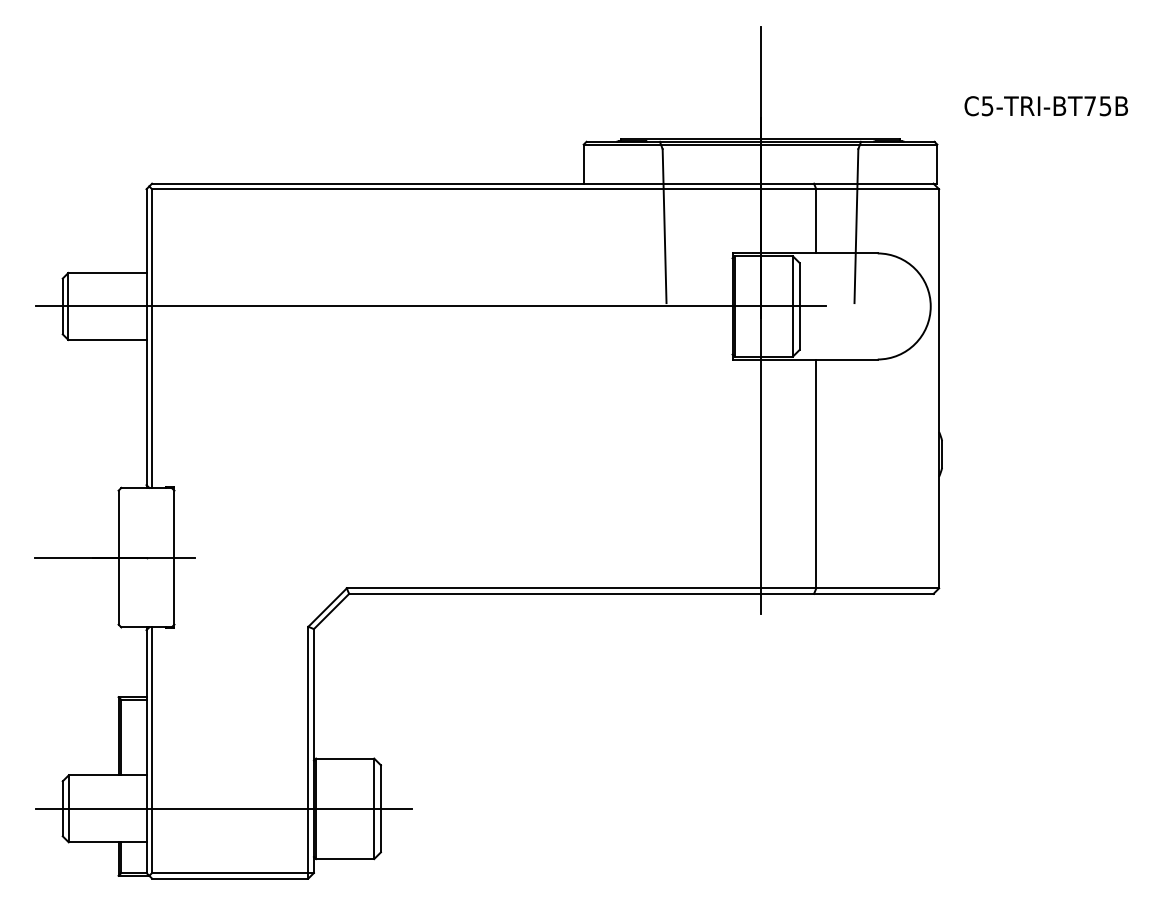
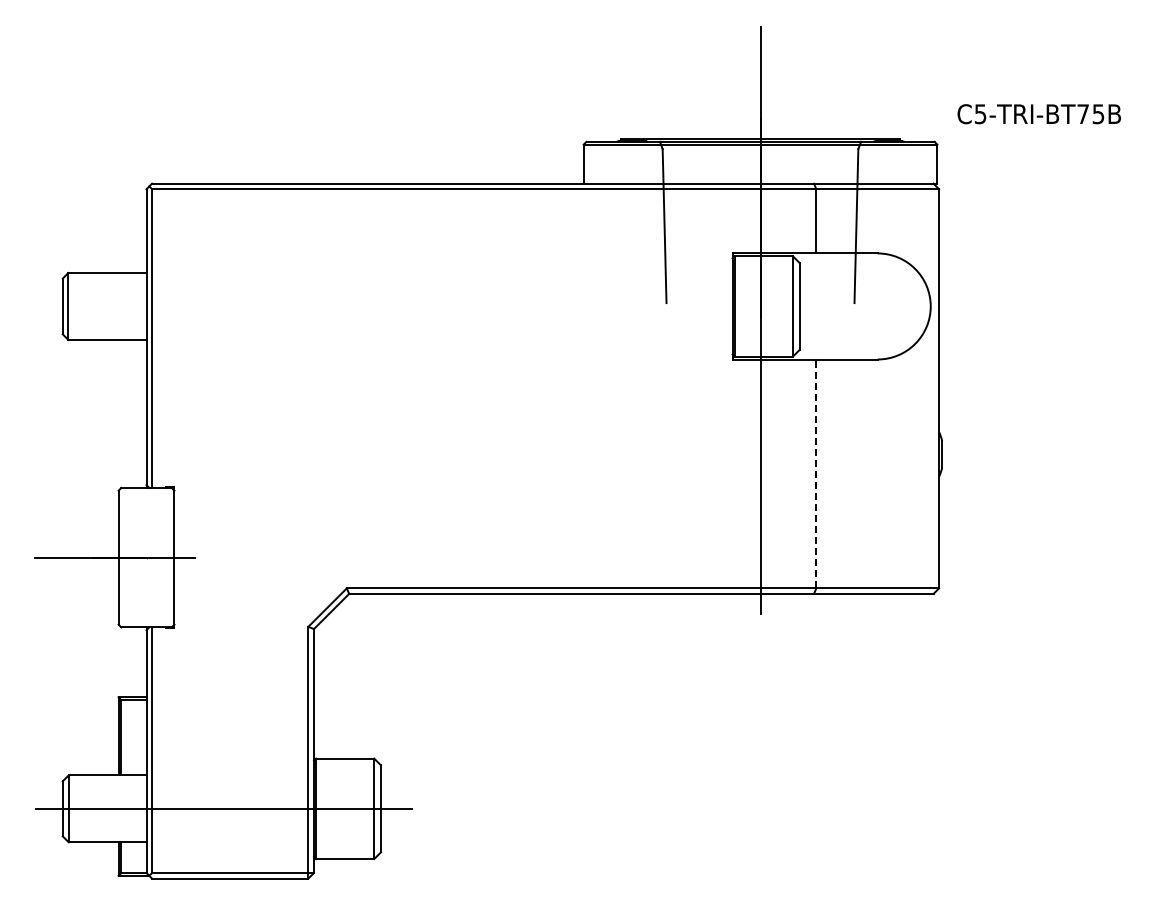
text at (1045, 106) position: (1045, 106) -> (1038, 114)
line at (430, 306): present -> none
line at (816, 473): solid -> dashed
